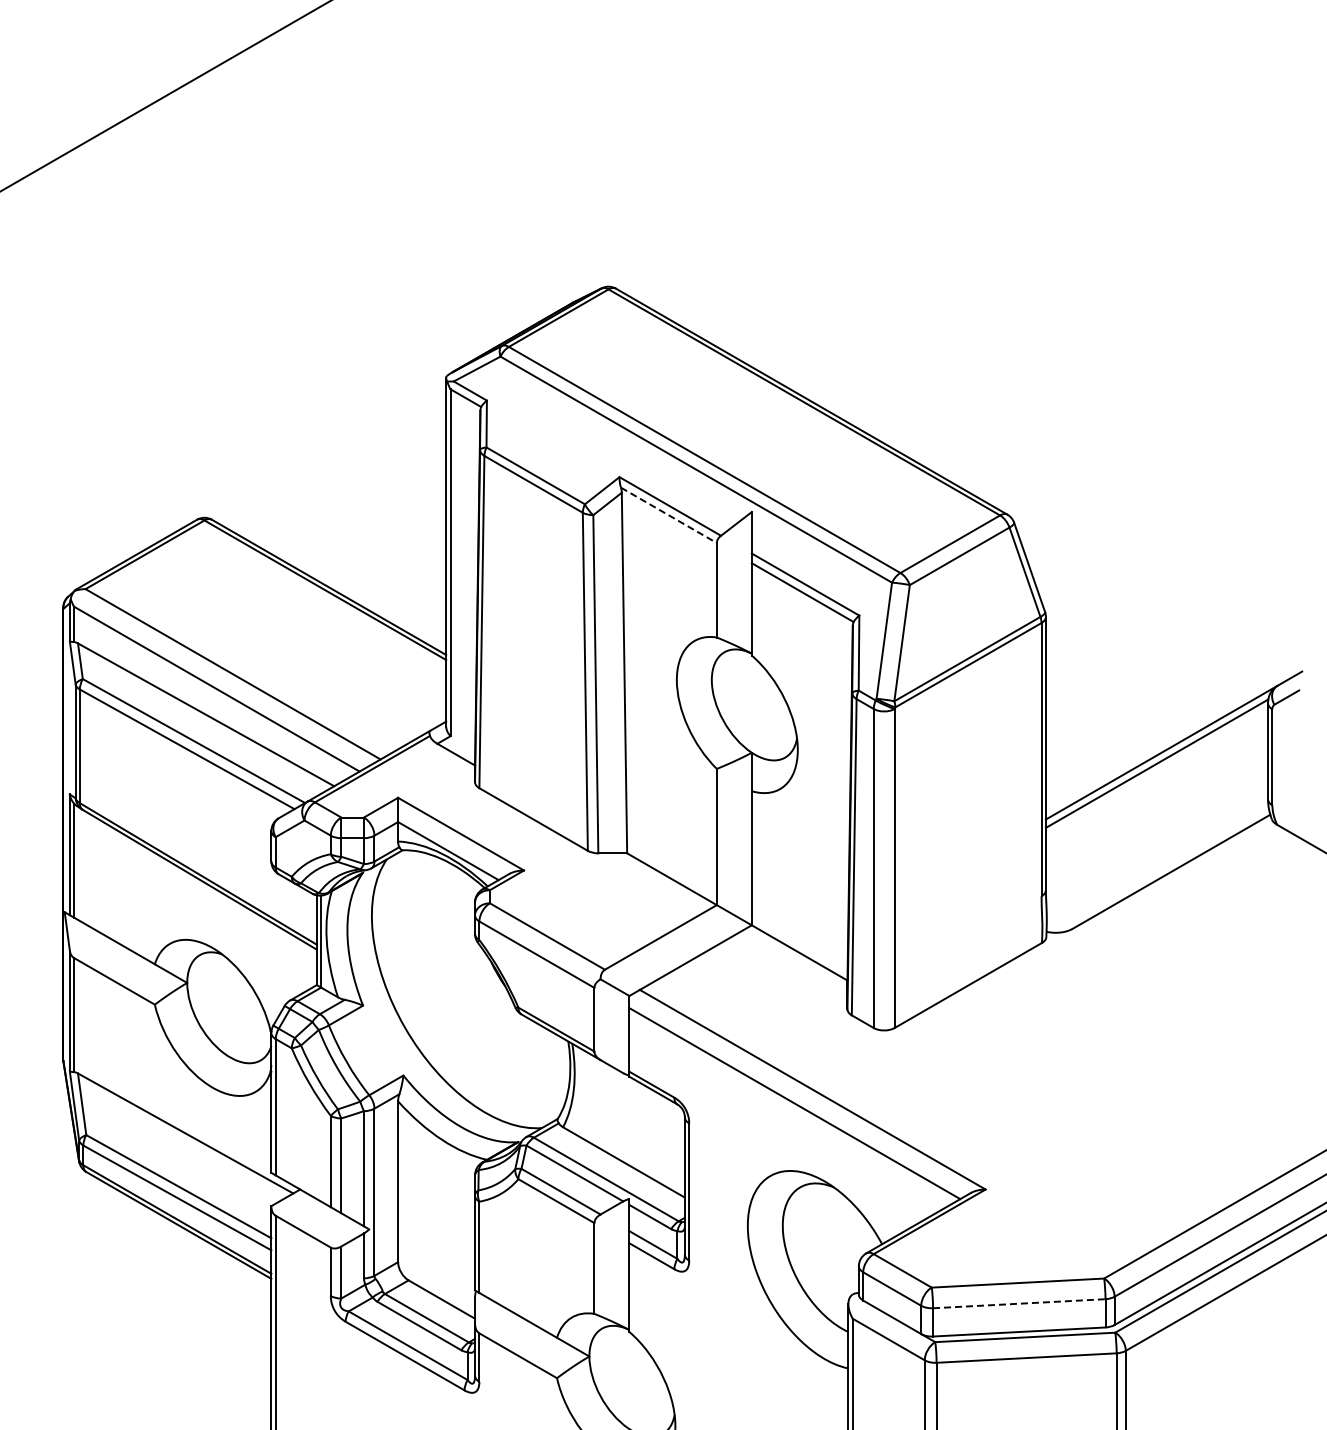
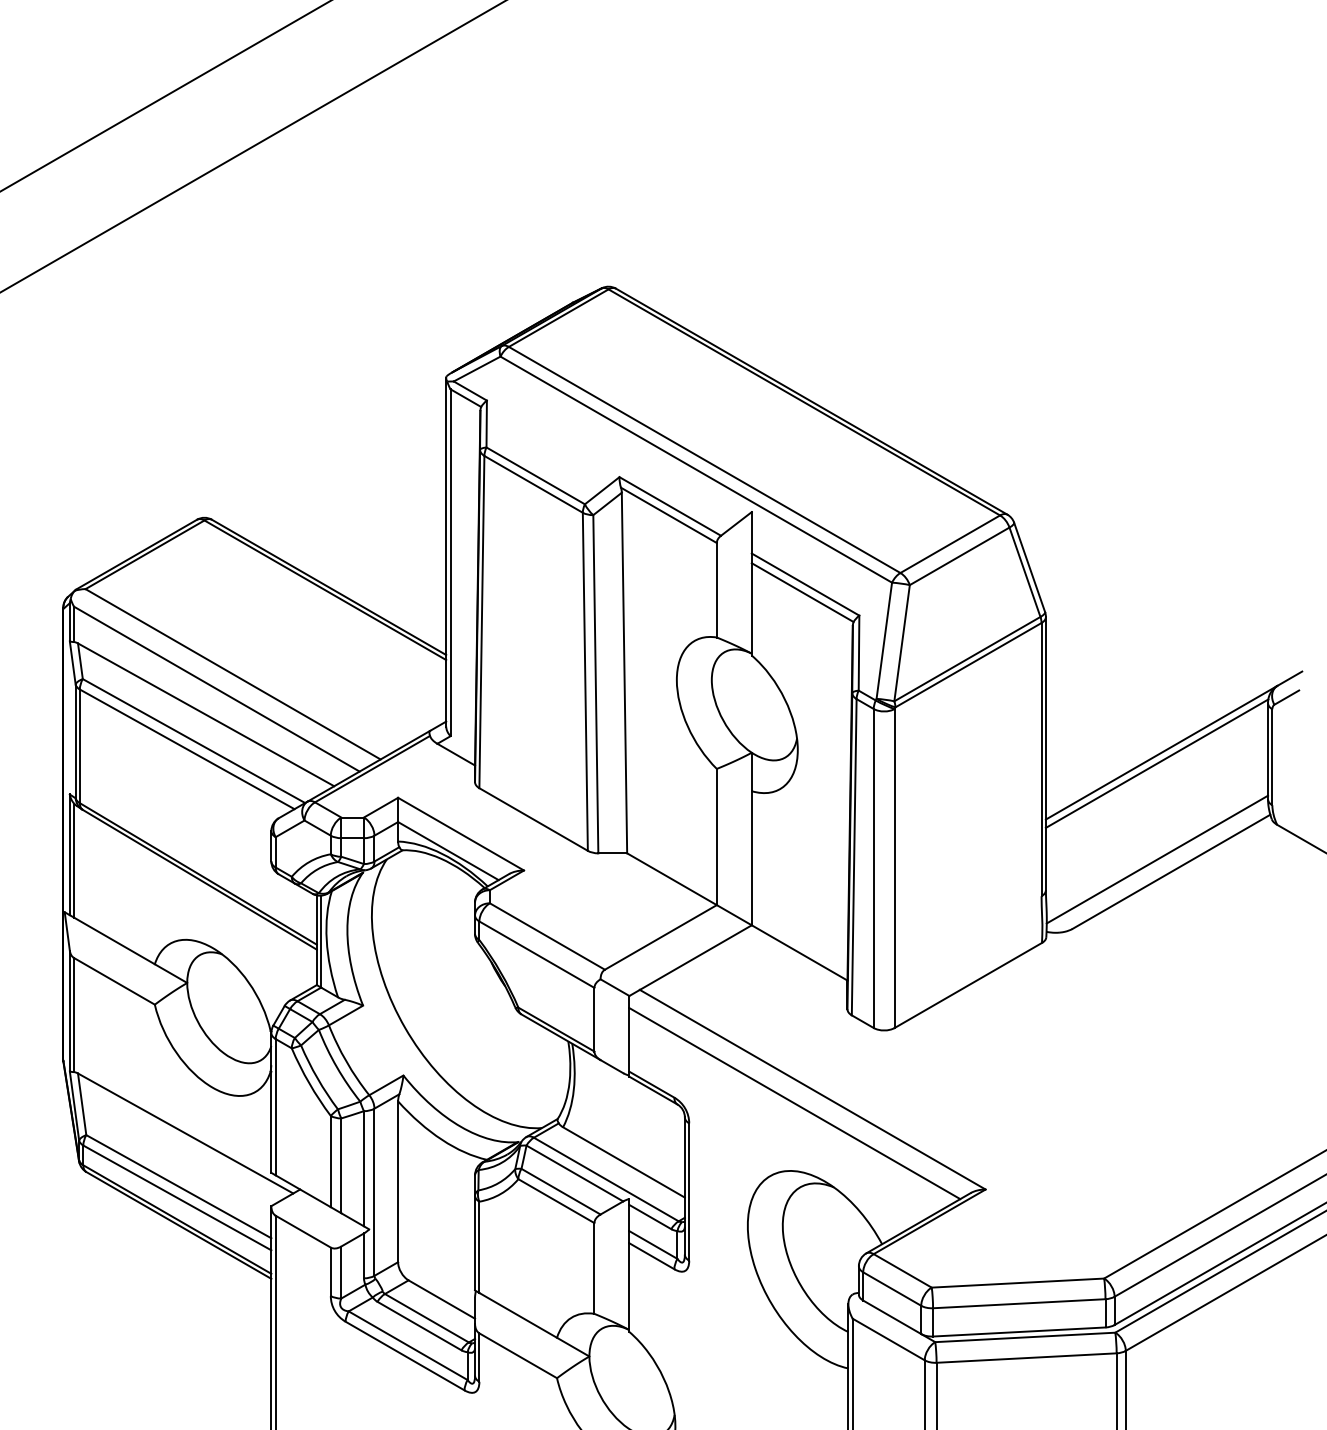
line at (252, 146): none -> present
line at (669, 515): dashed -> solid
line at (1157, 859): none -> present
line at (1019, 1303): dashed -> solid
